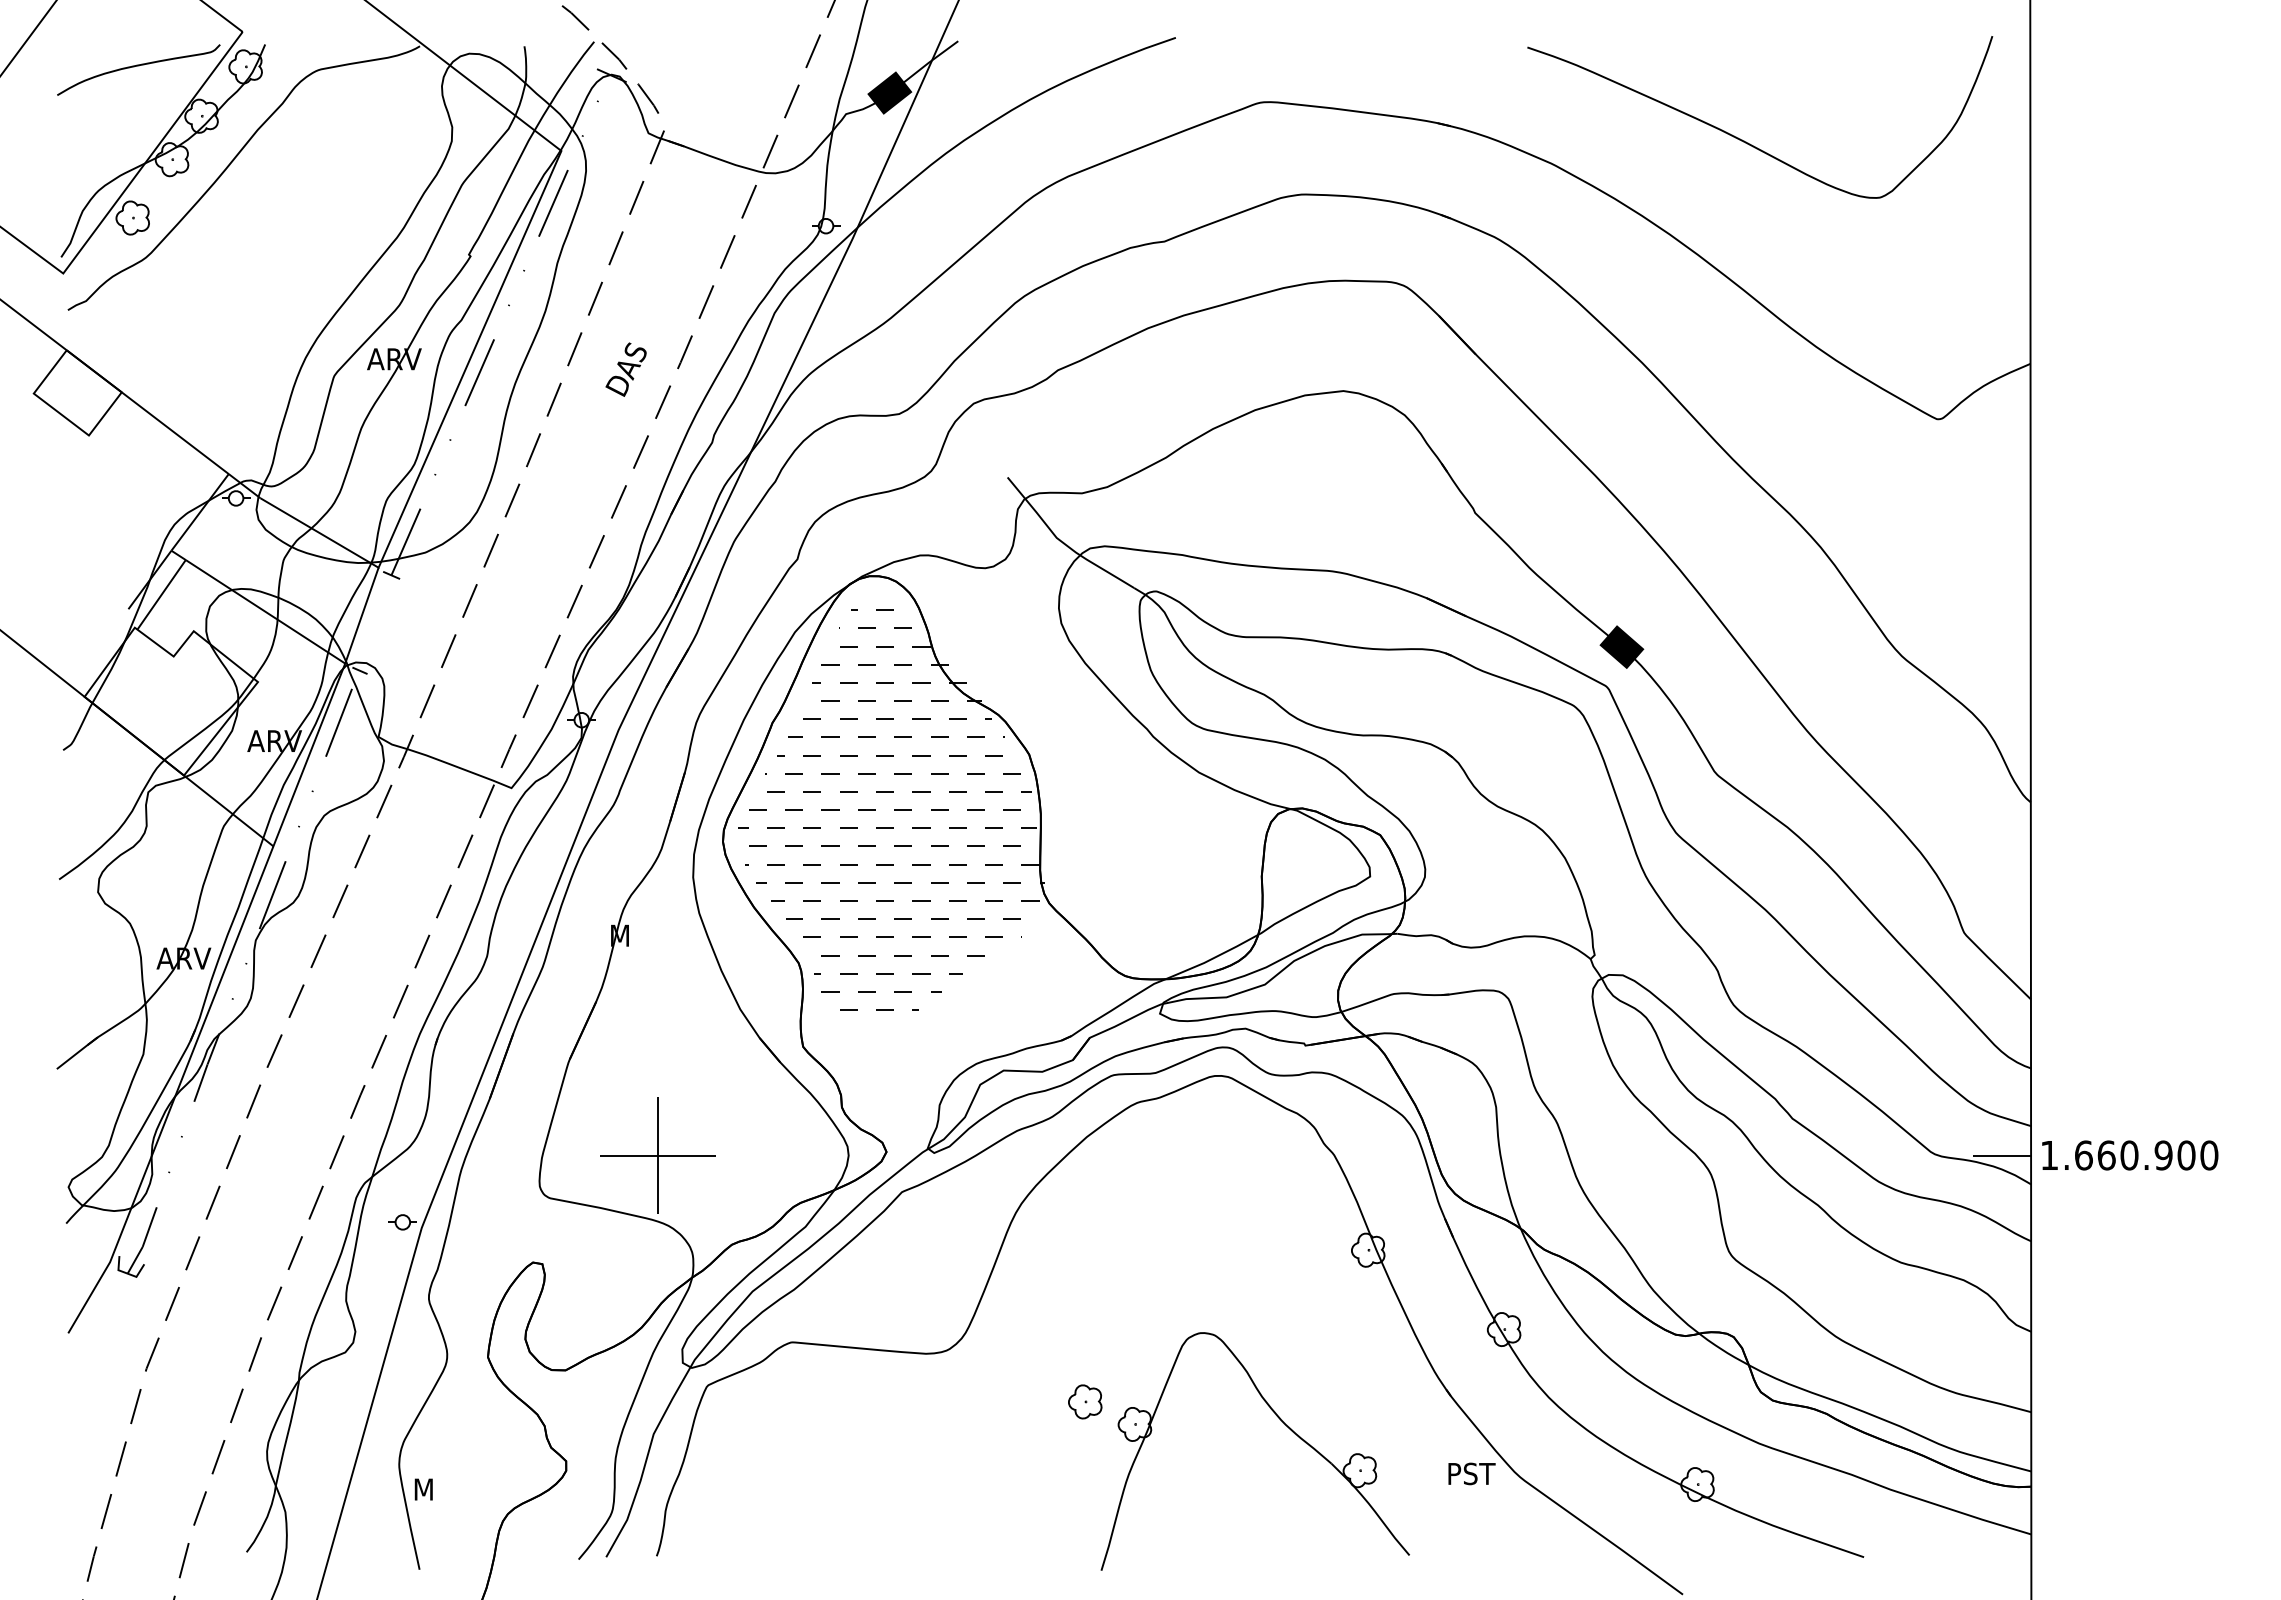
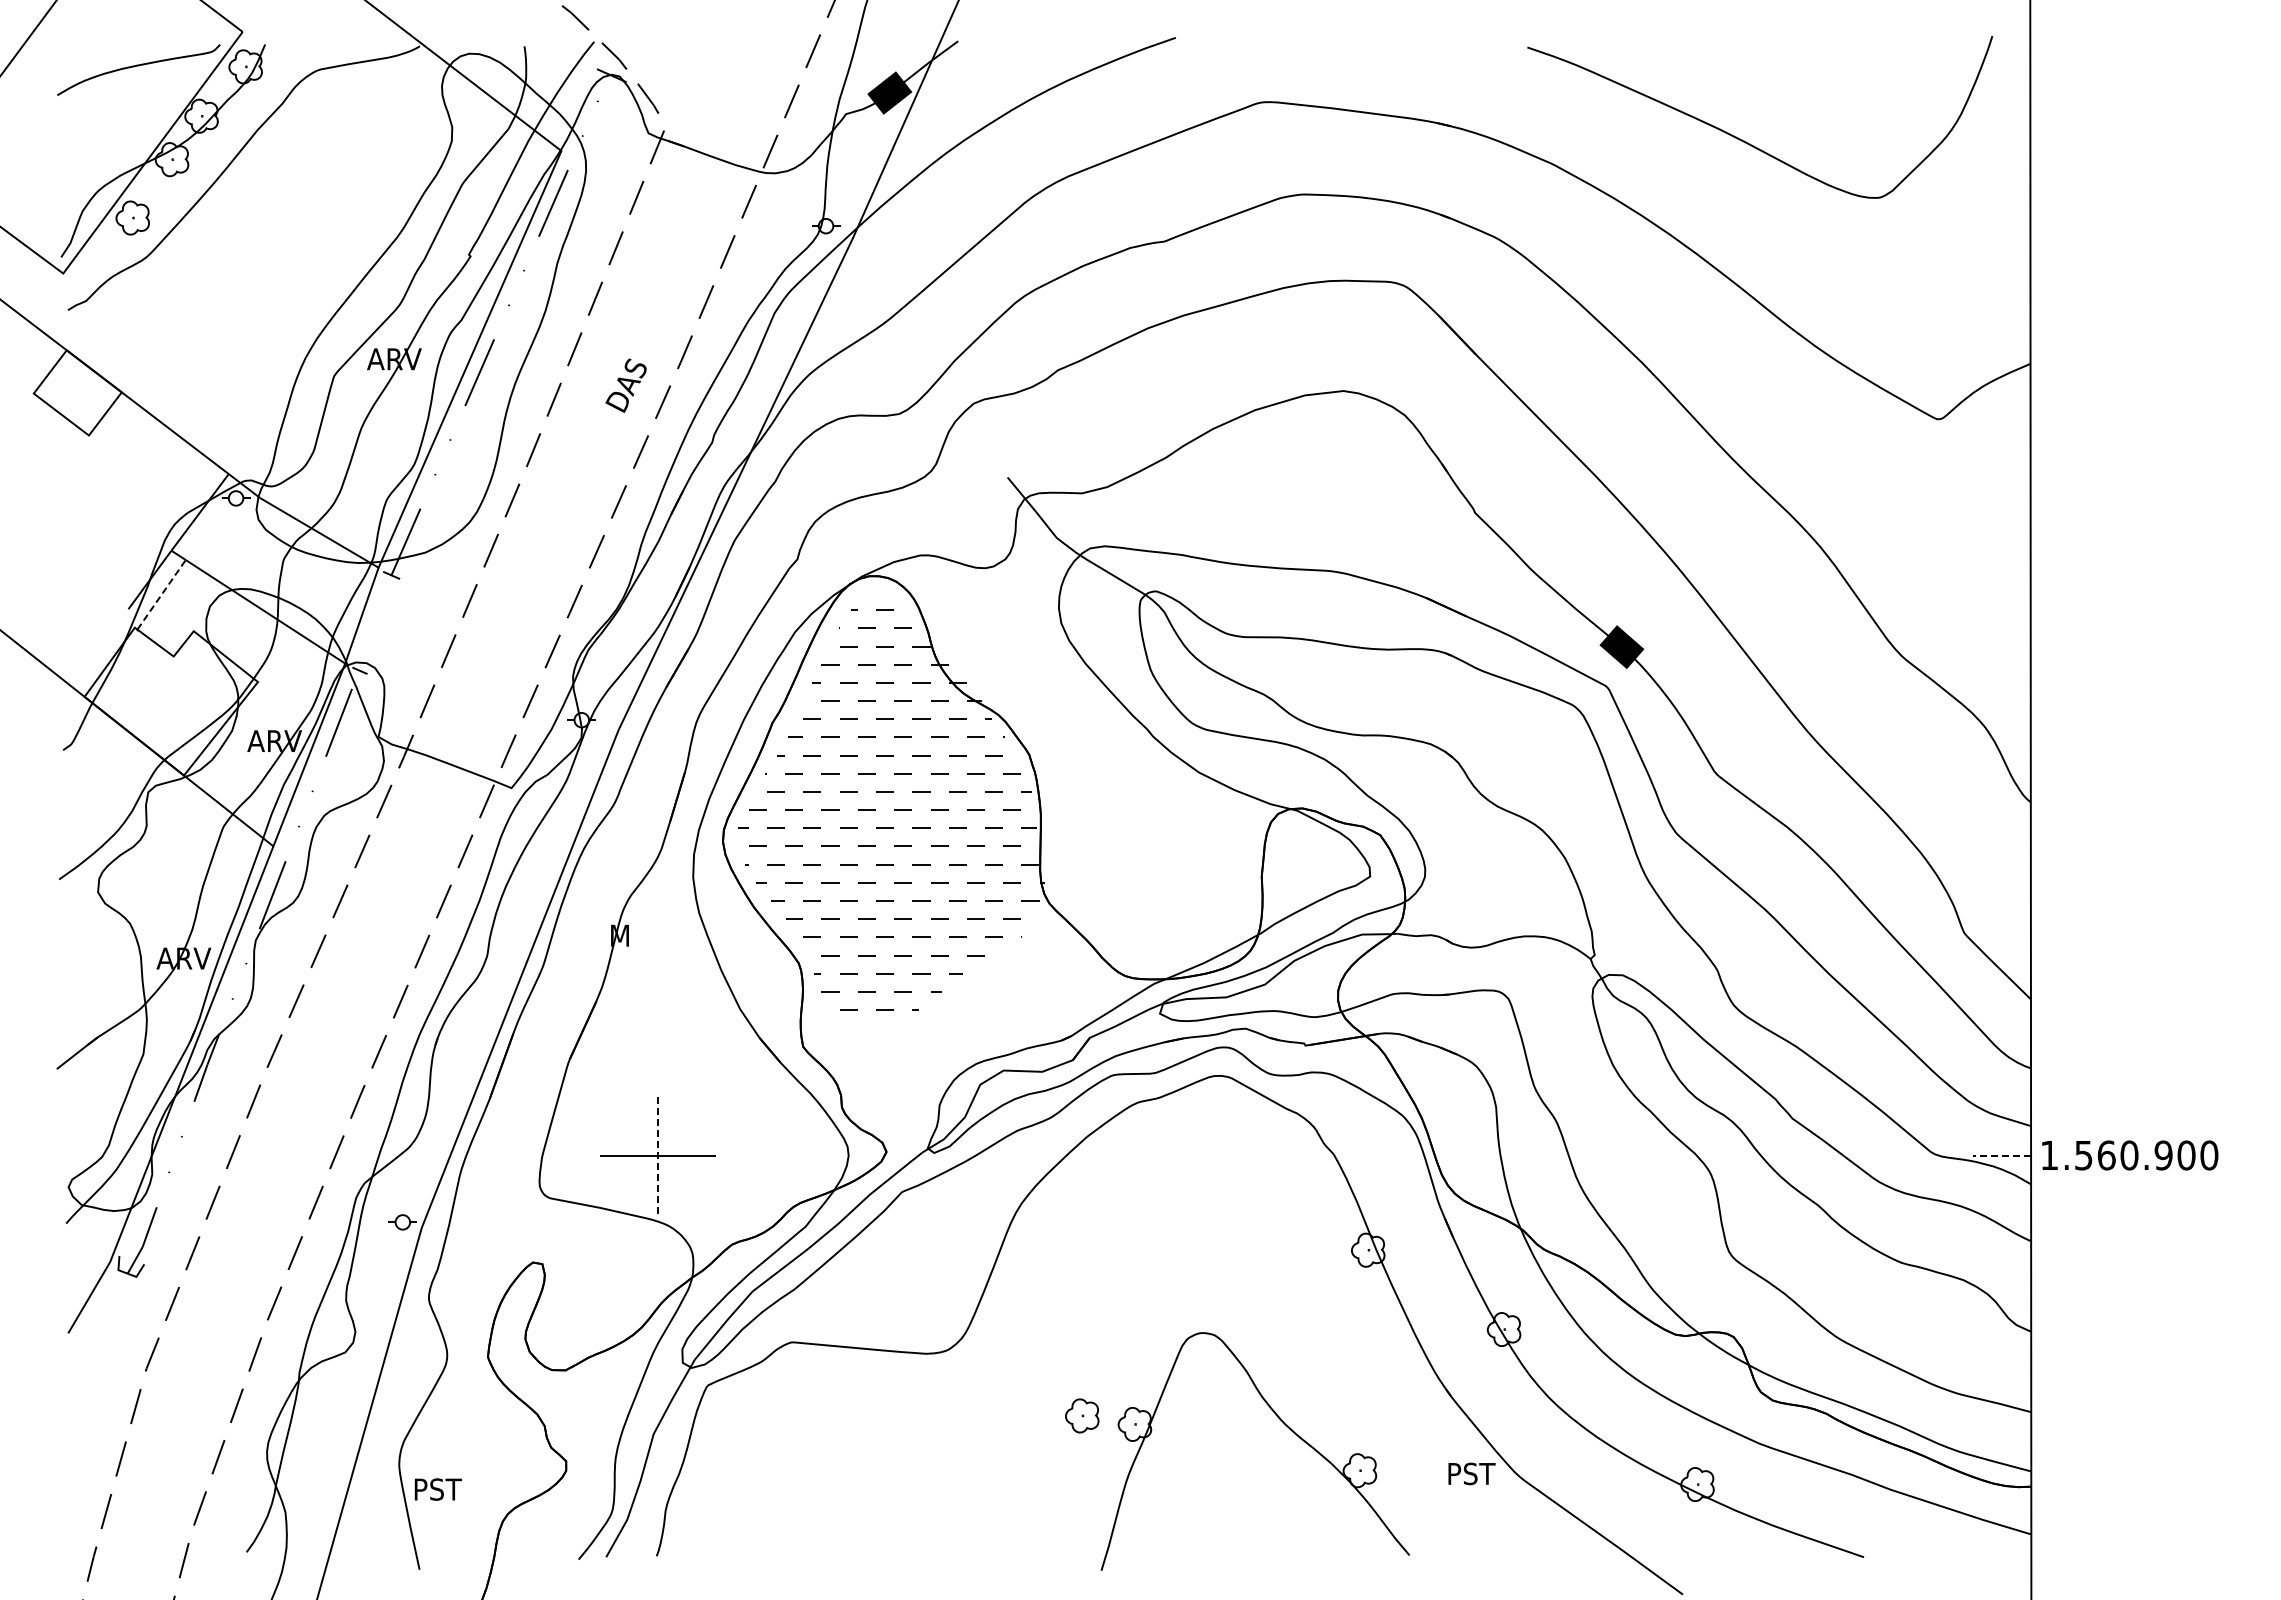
text at (625, 369) position: (625, 369) -> (625, 385)
line at (161, 595): solid -> dashed
line at (2001, 1155): solid -> dashed
text at (2083, 1155): 1.660.900 -> 1.560.900
line at (657, 1156): solid -> dashed
part at (1085, 1401) position: (1085, 1401) -> (1082, 1415)
text at (439, 1489): M -> PST
